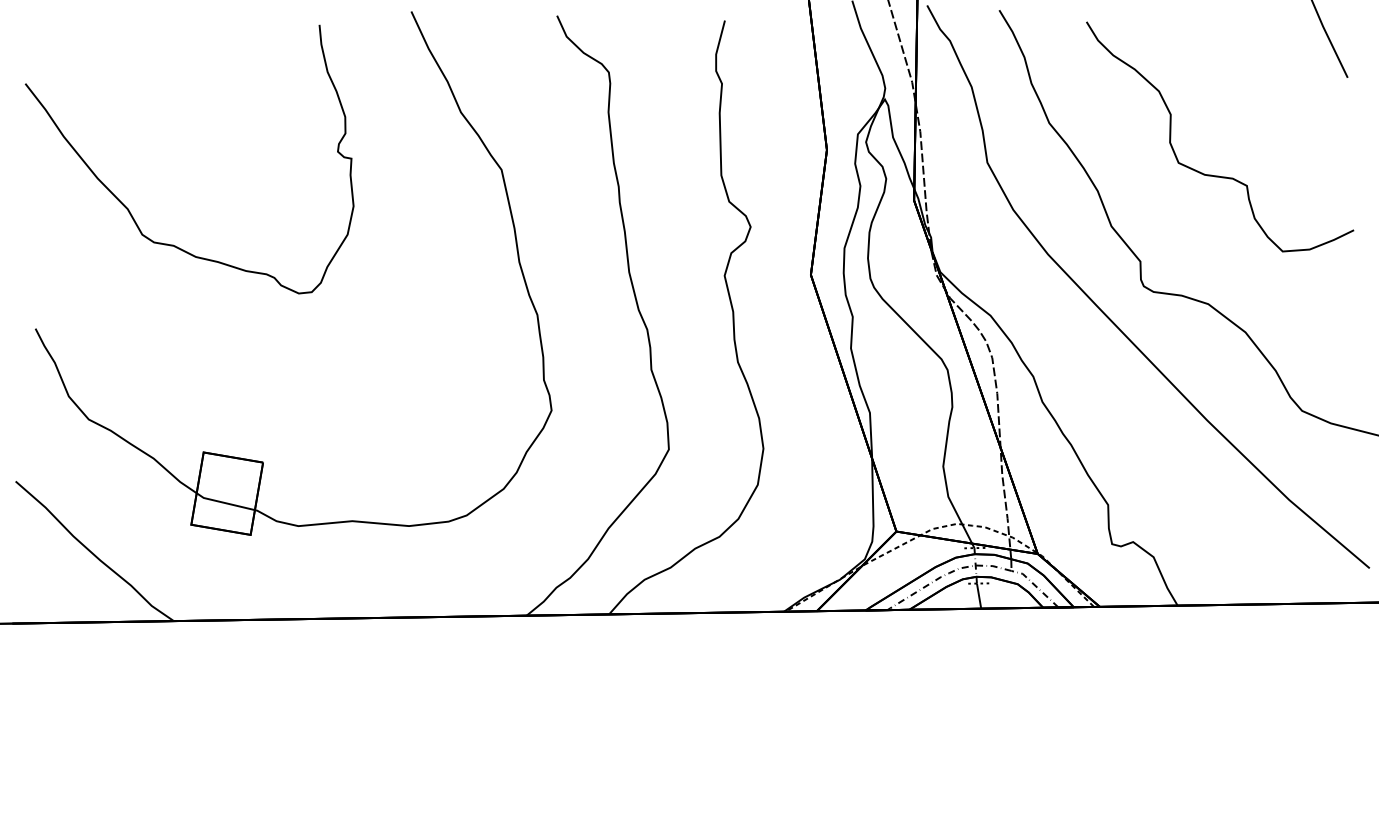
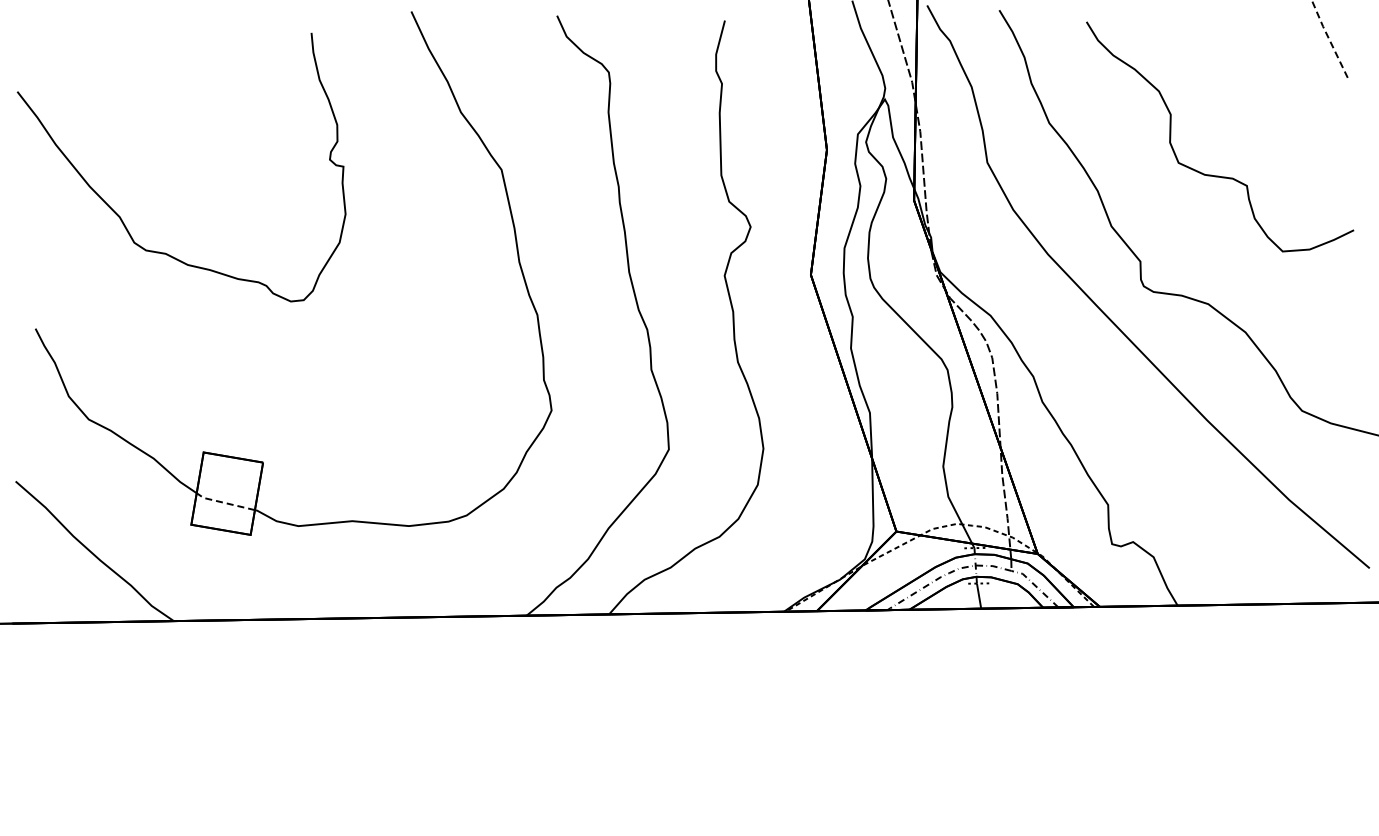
line at (1328, 38): solid -> dashed
curve at (128, 208) position: (128, 208) -> (120, 216)
line at (224, 502): solid -> dashed
